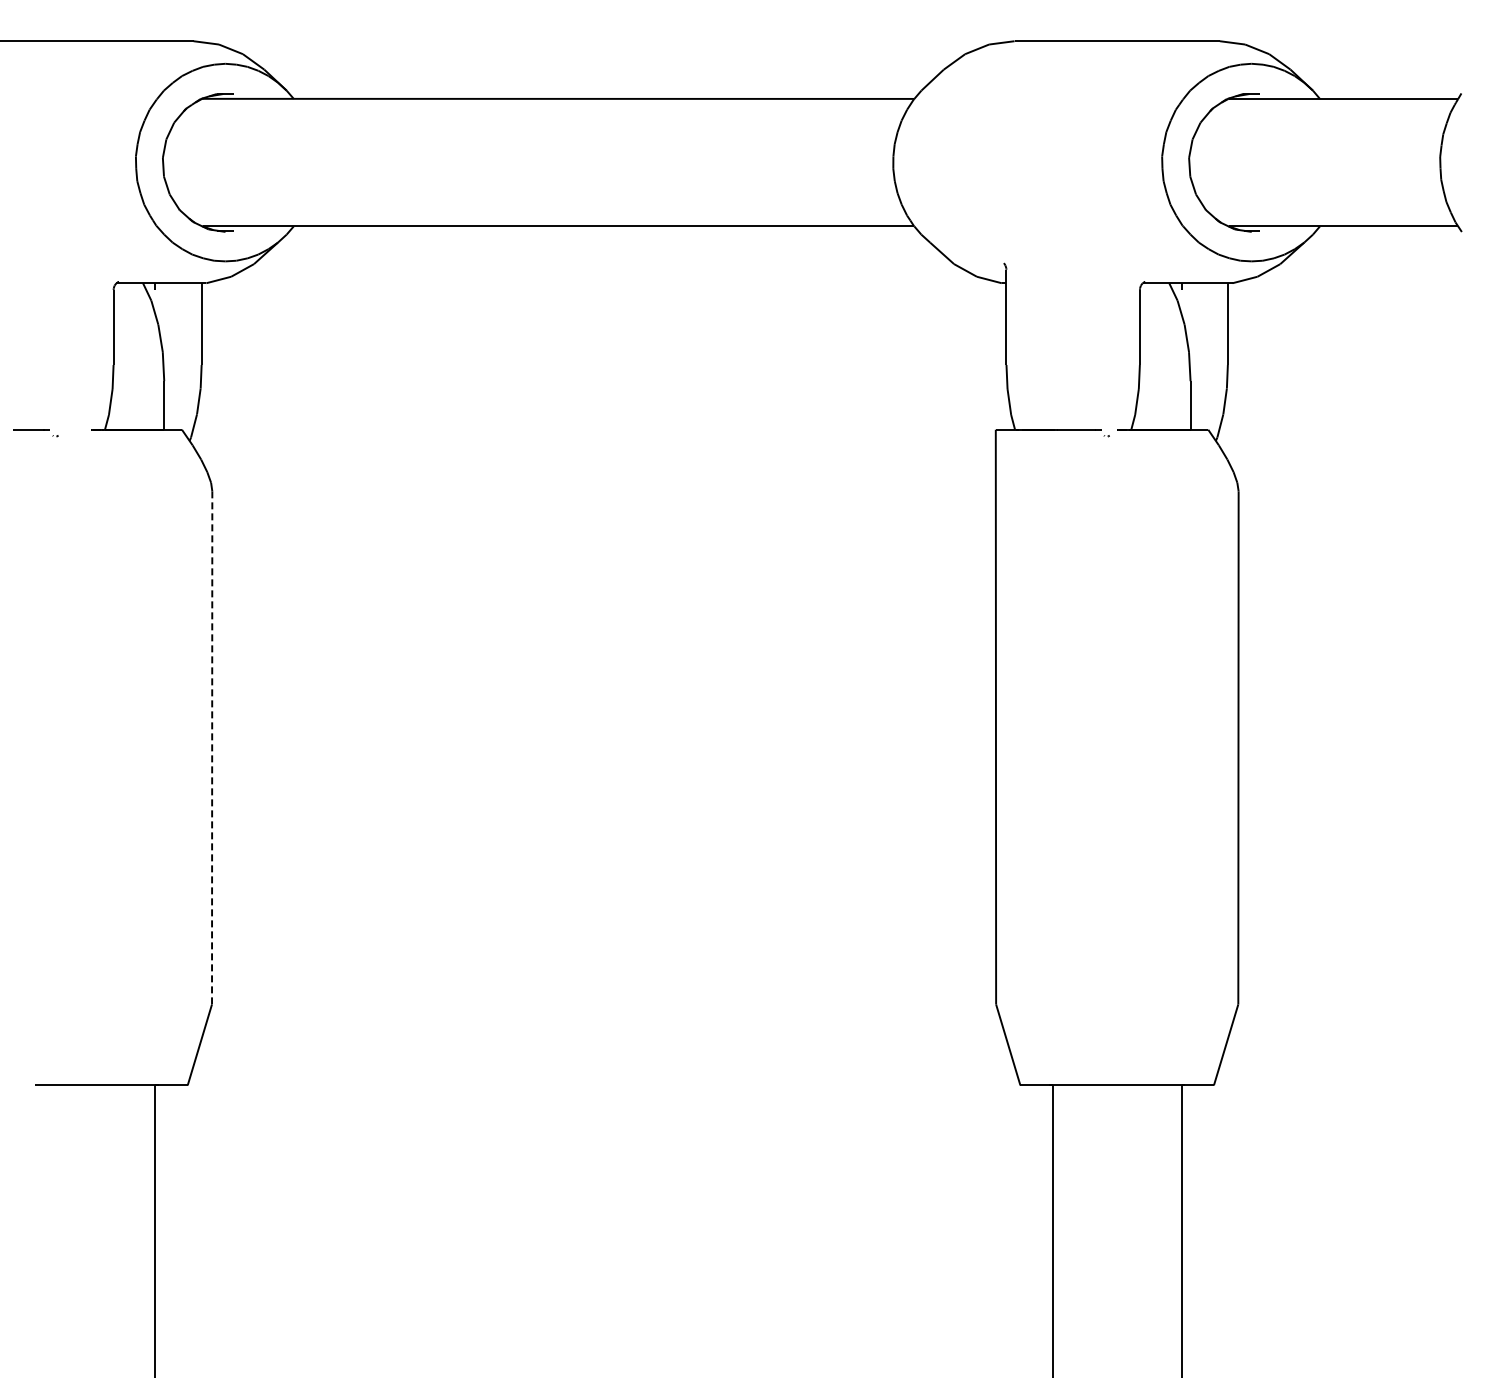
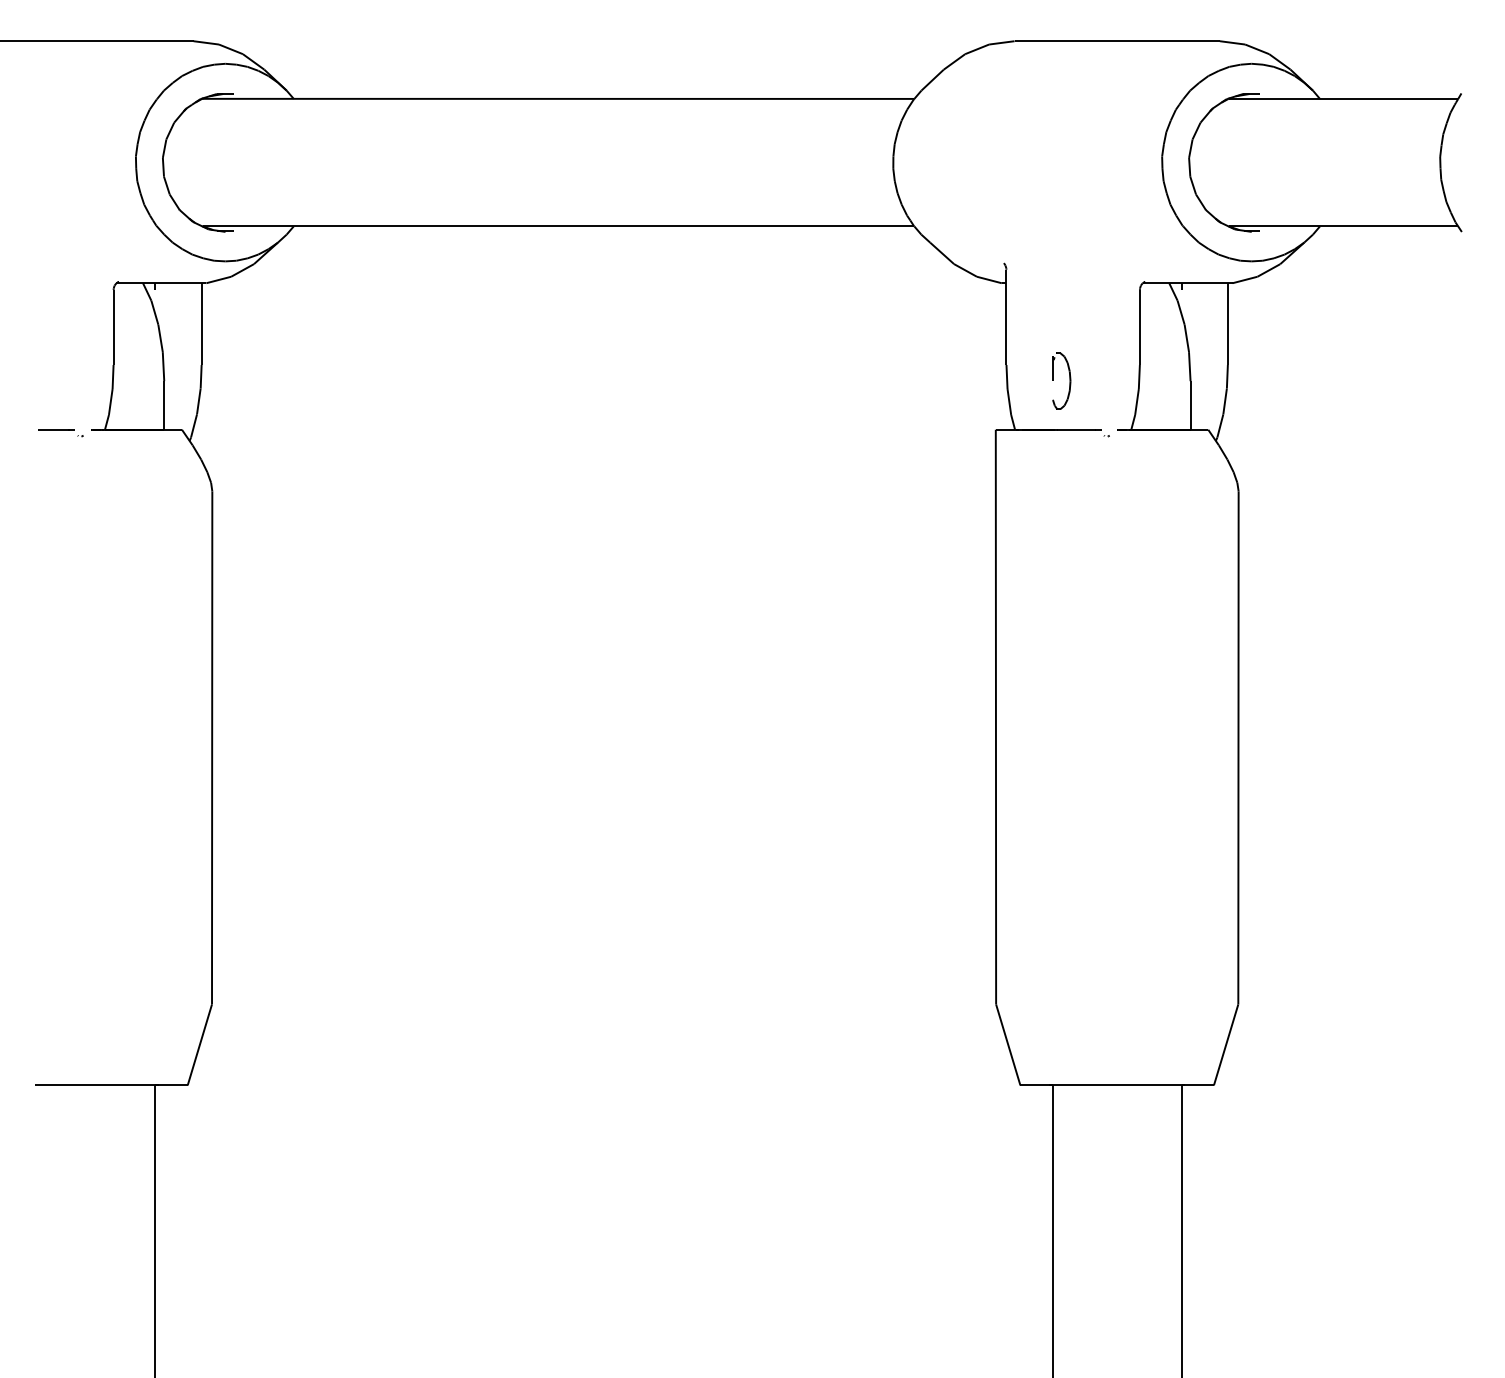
part at (1053, 380): none -> present
part at (35, 433) position: (35, 433) -> (60, 433)
line at (212, 747): dashed -> solid
